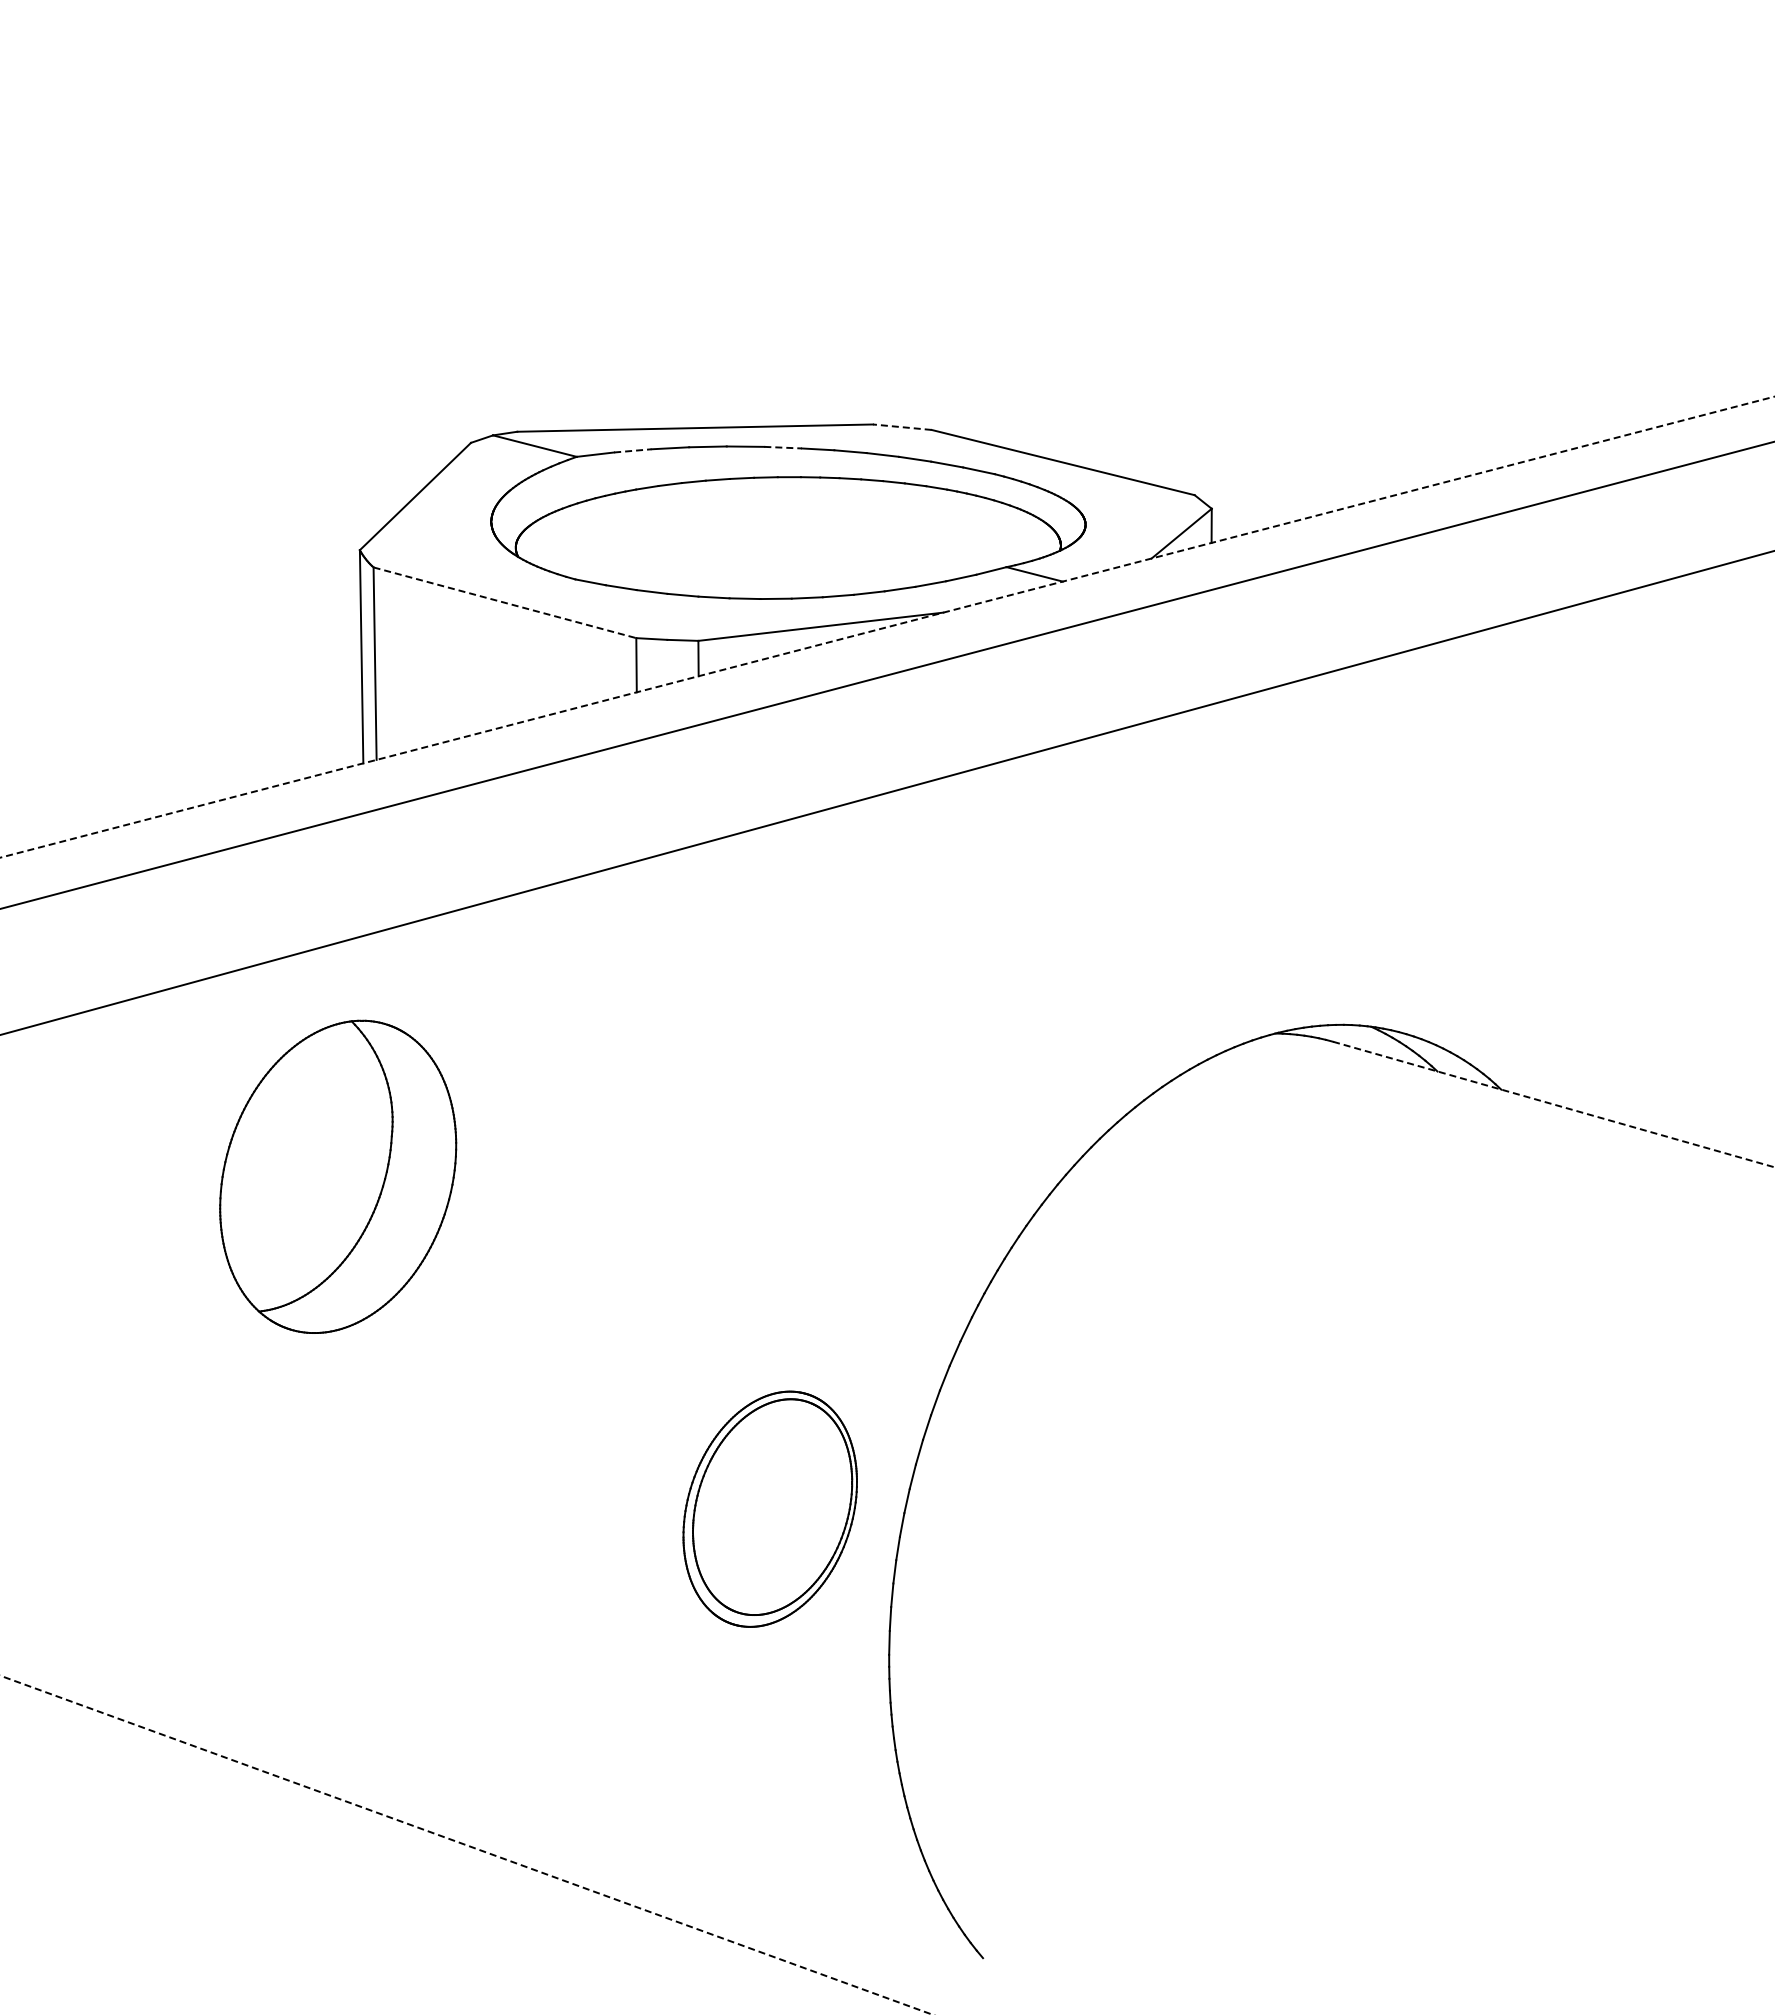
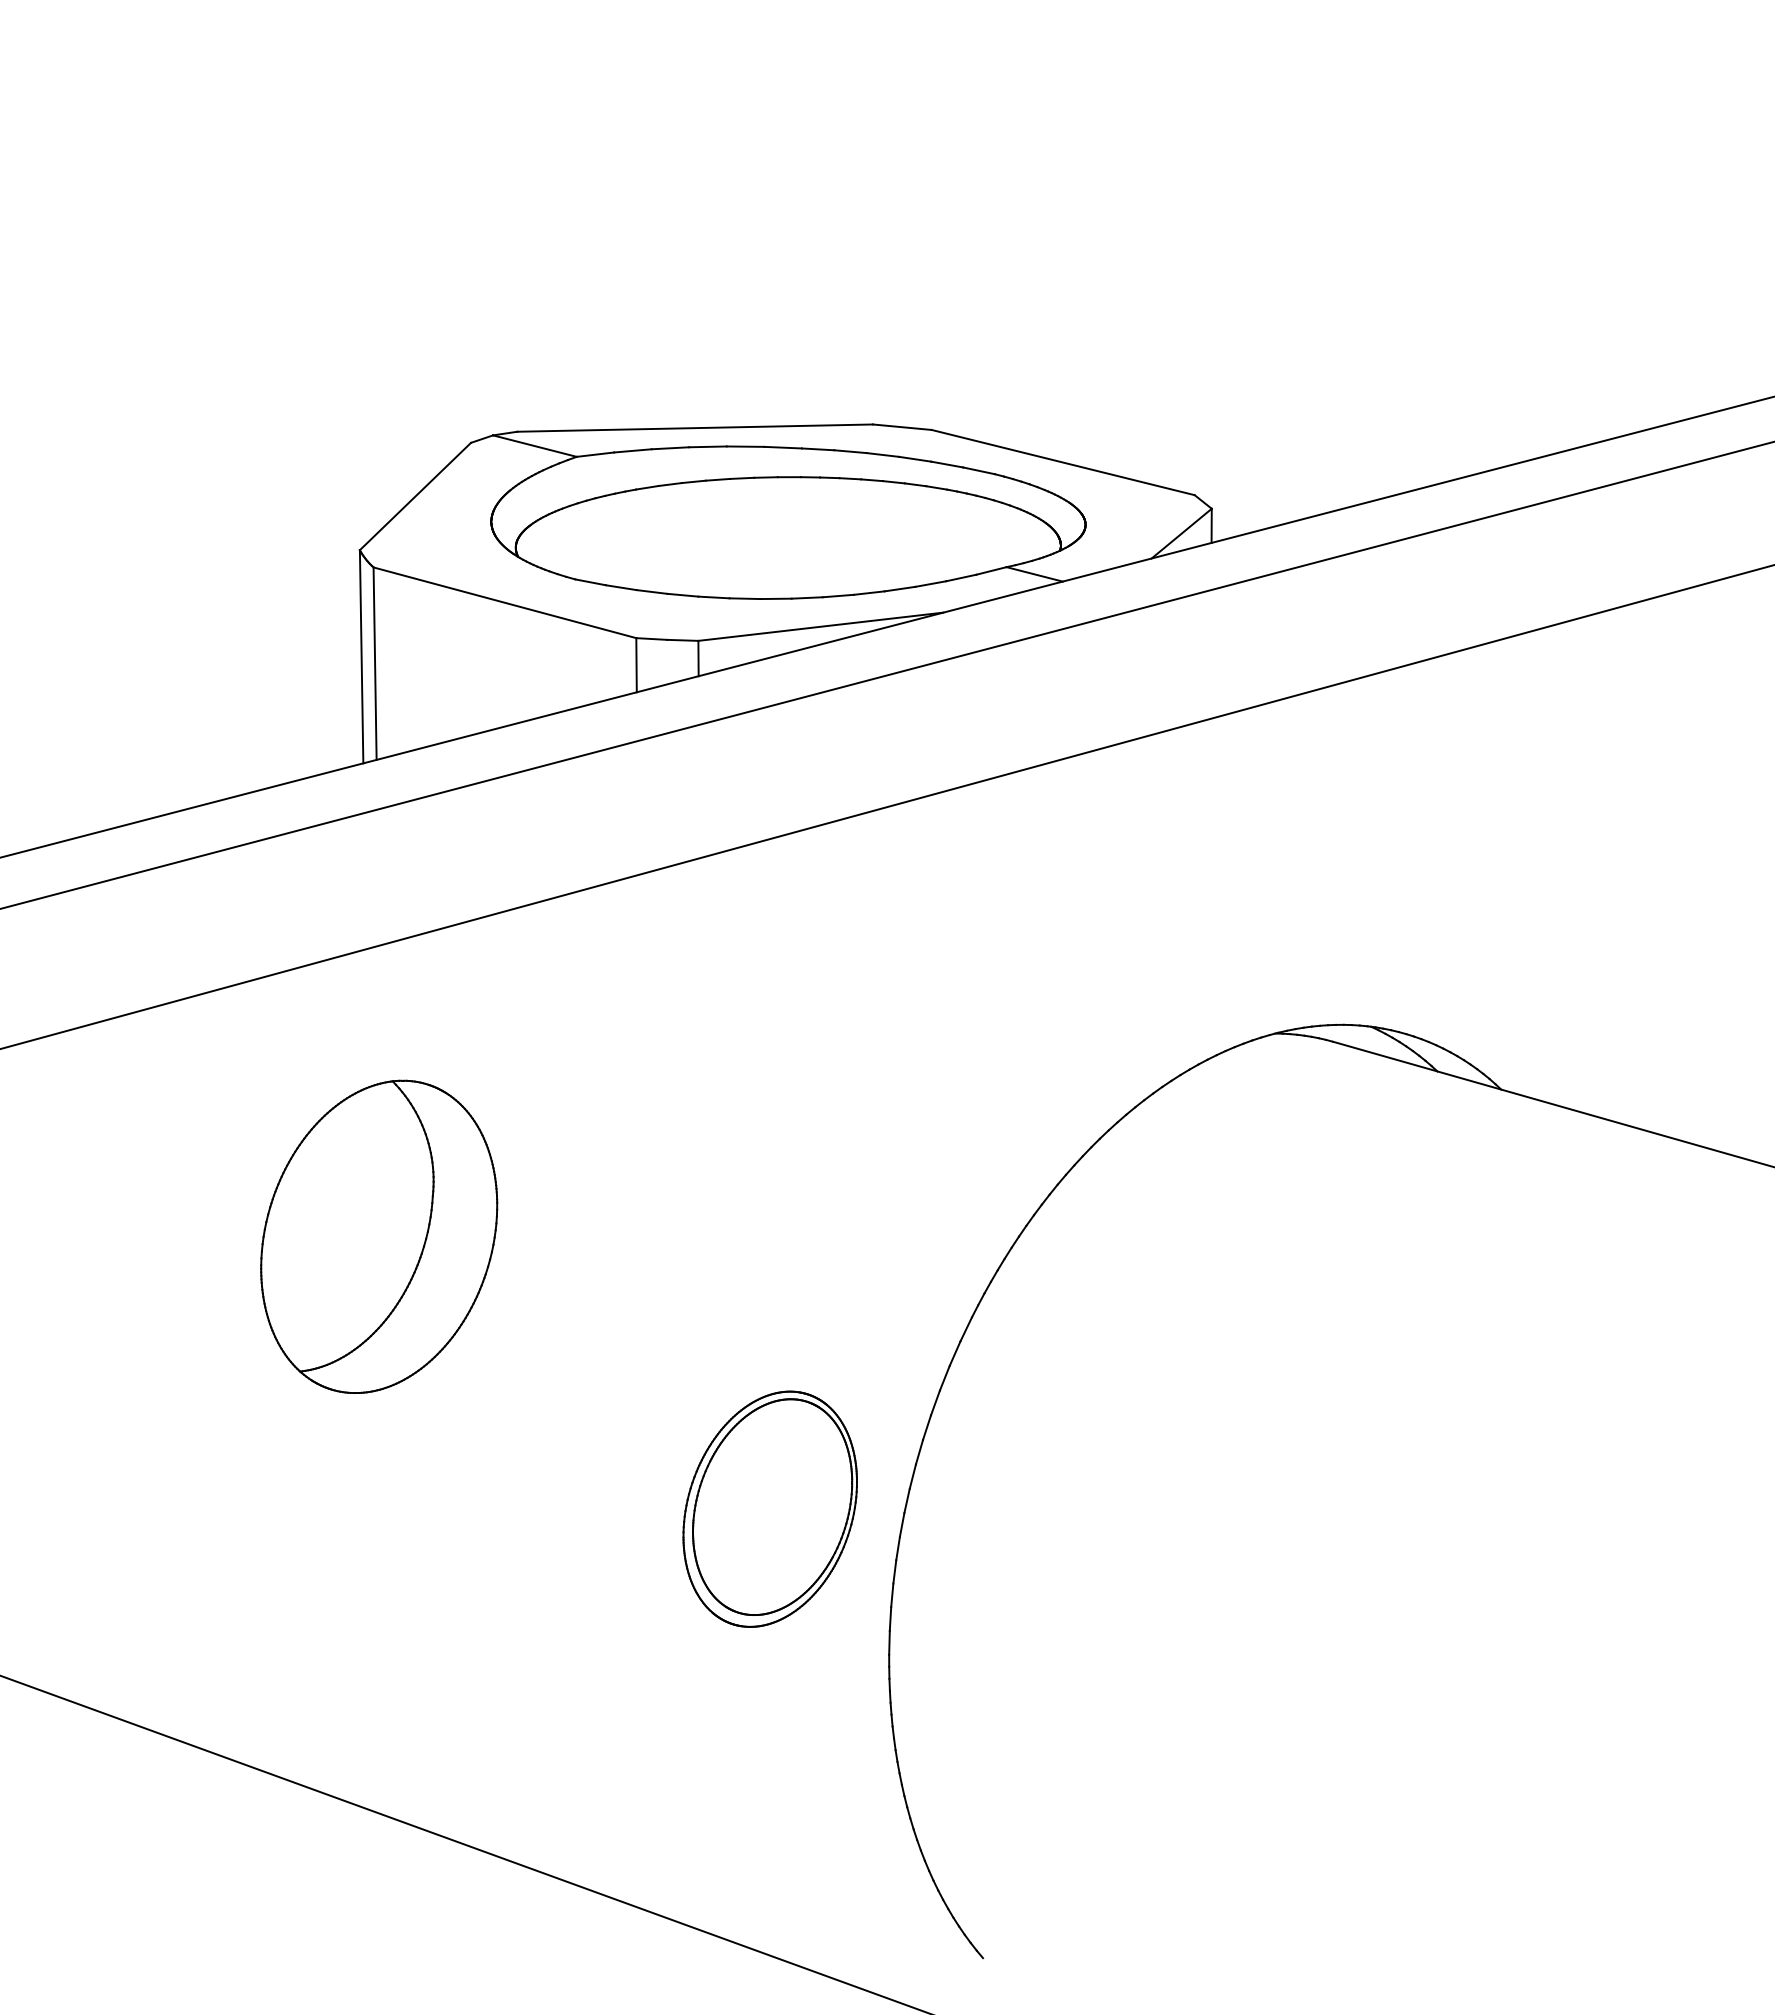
line at (901, 427): dashed -> solid
line at (783, 447): dashed -> solid
line at (632, 450): dashed -> solid
line at (505, 602): dashed -> solid
line at (886, 627): dashed -> solid
line at (886, 792) position: (886, 792) -> (886, 806)
line at (1554, 1104): dashed -> solid
part at (338, 1176) position: (338, 1176) -> (379, 1236)
line at (467, 1845): dashed -> solid
